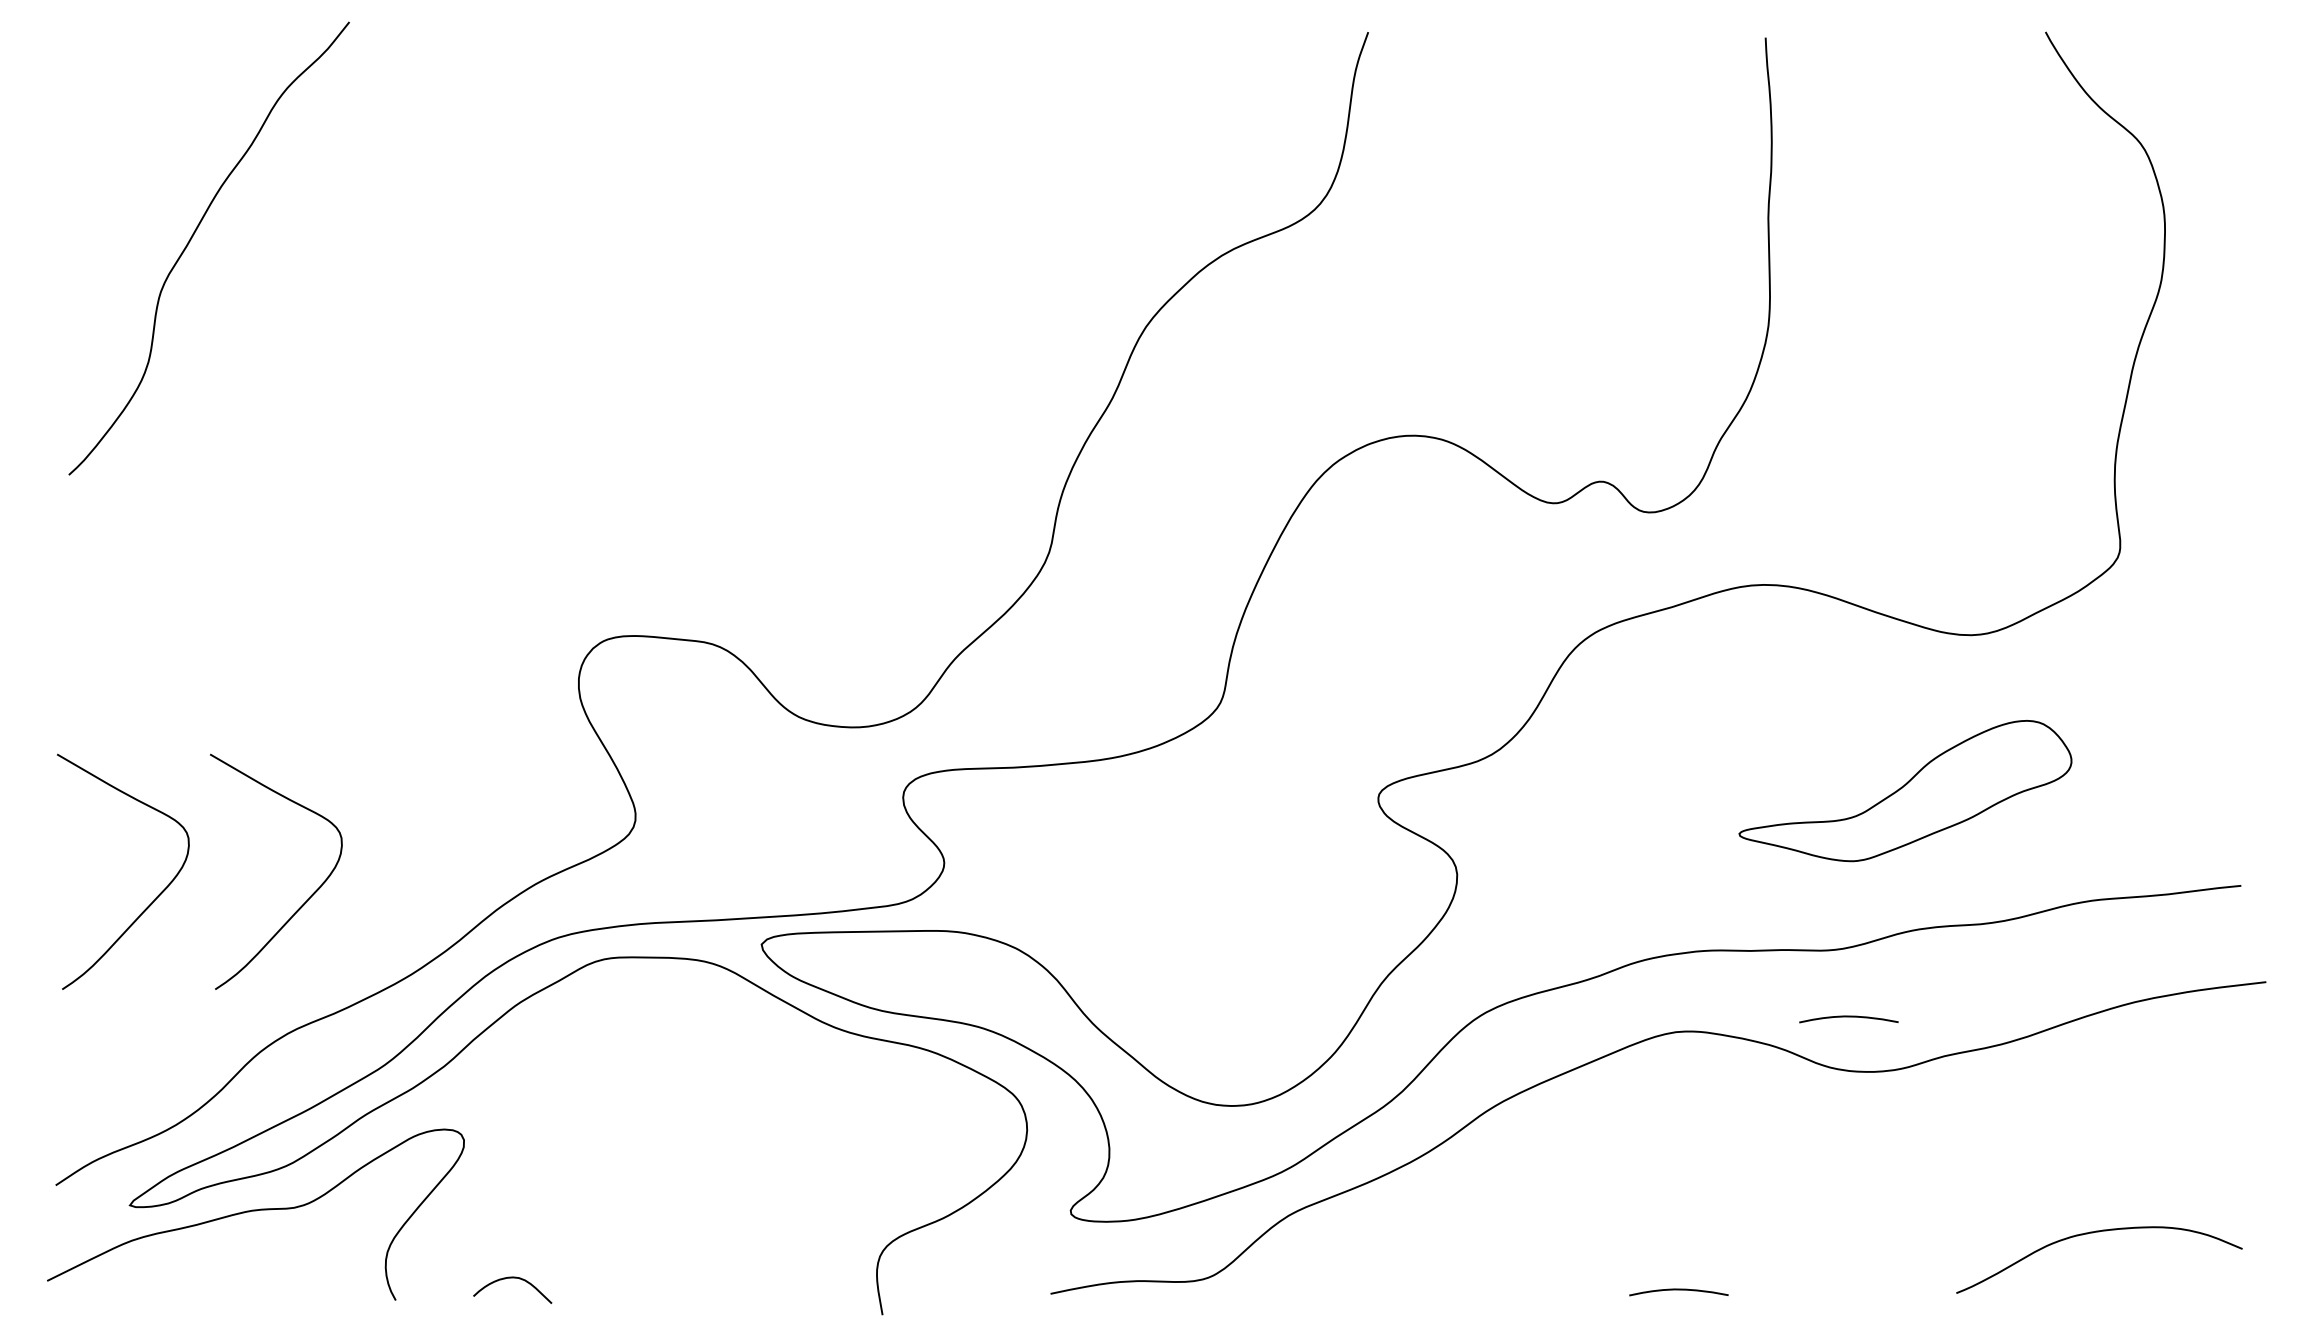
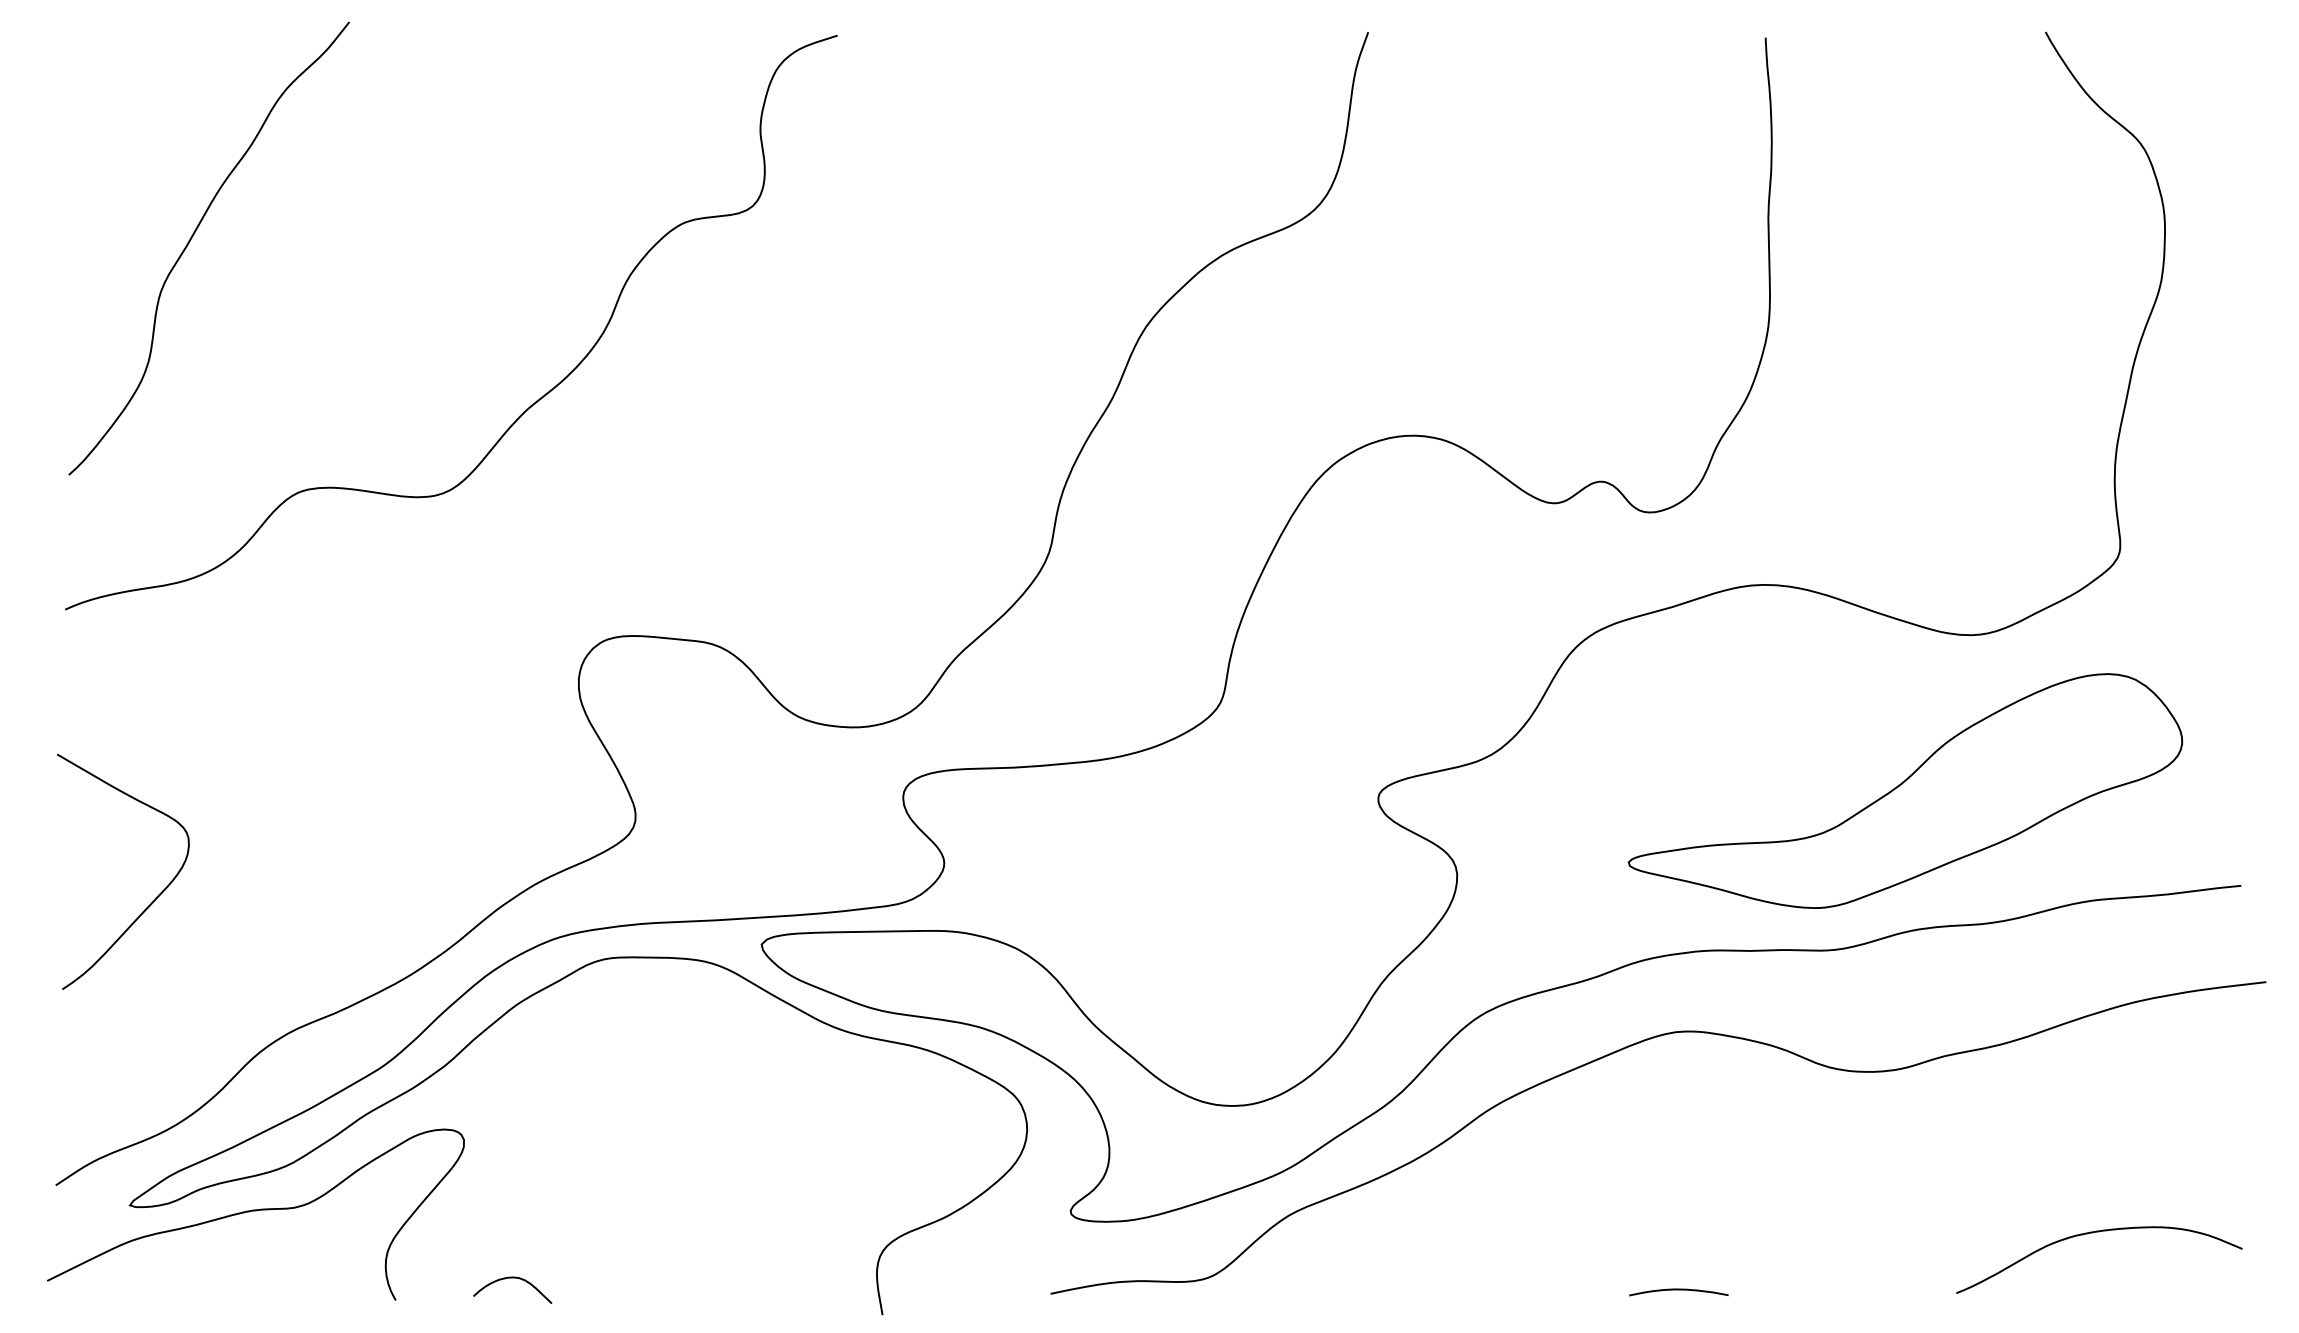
curve at (531, 404): none -> present
part at (1905, 791) size: 335x143 px -> 557x236 px
curve at (309, 896): present -> none
curve at (1848, 1017): present -> none
